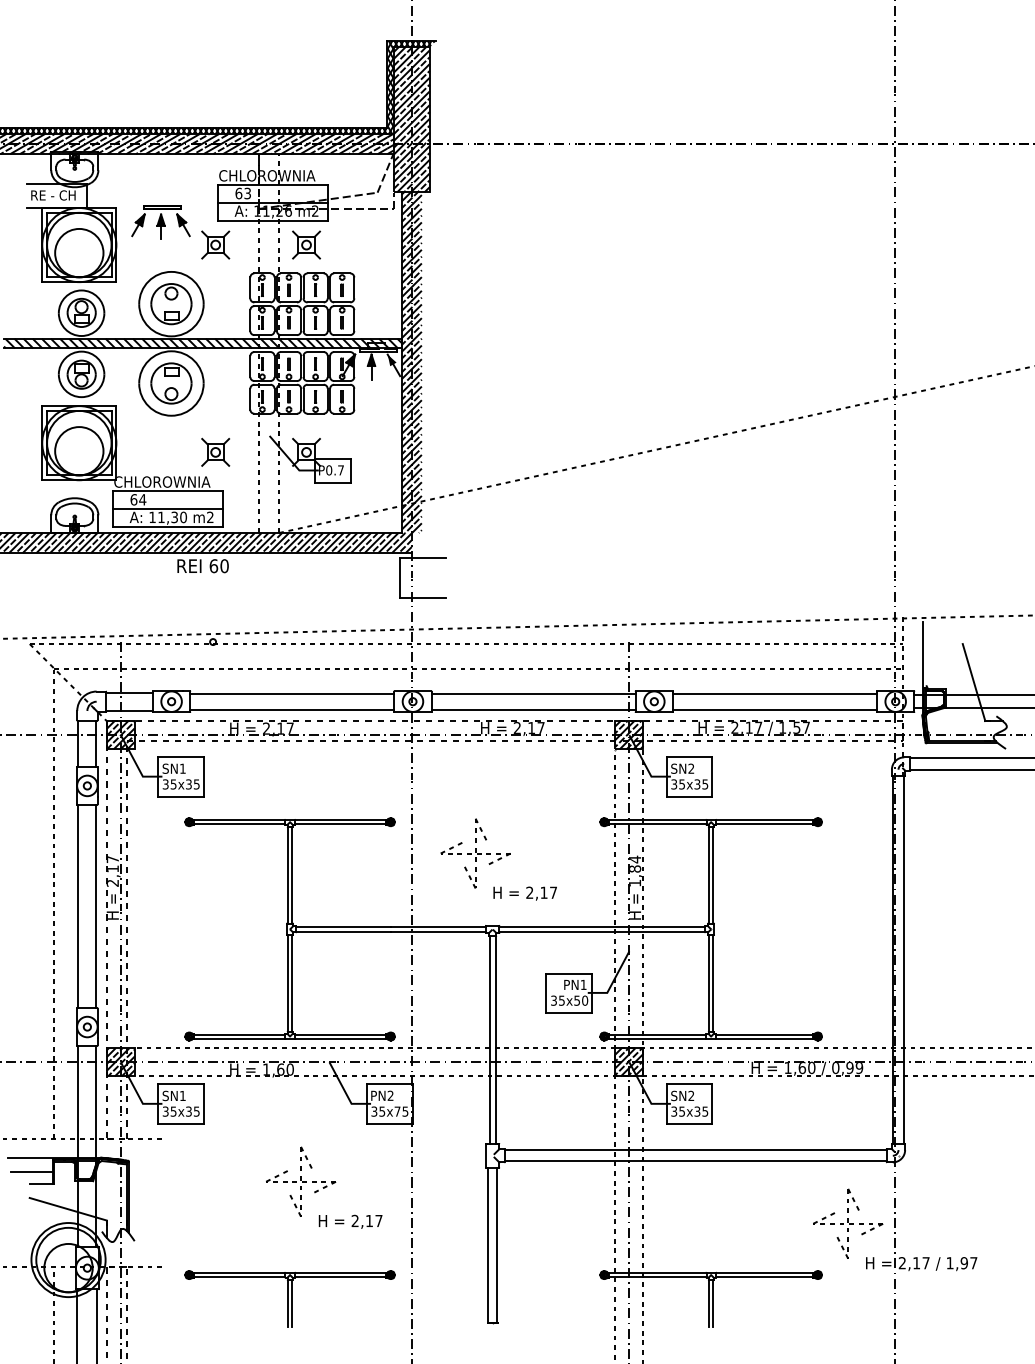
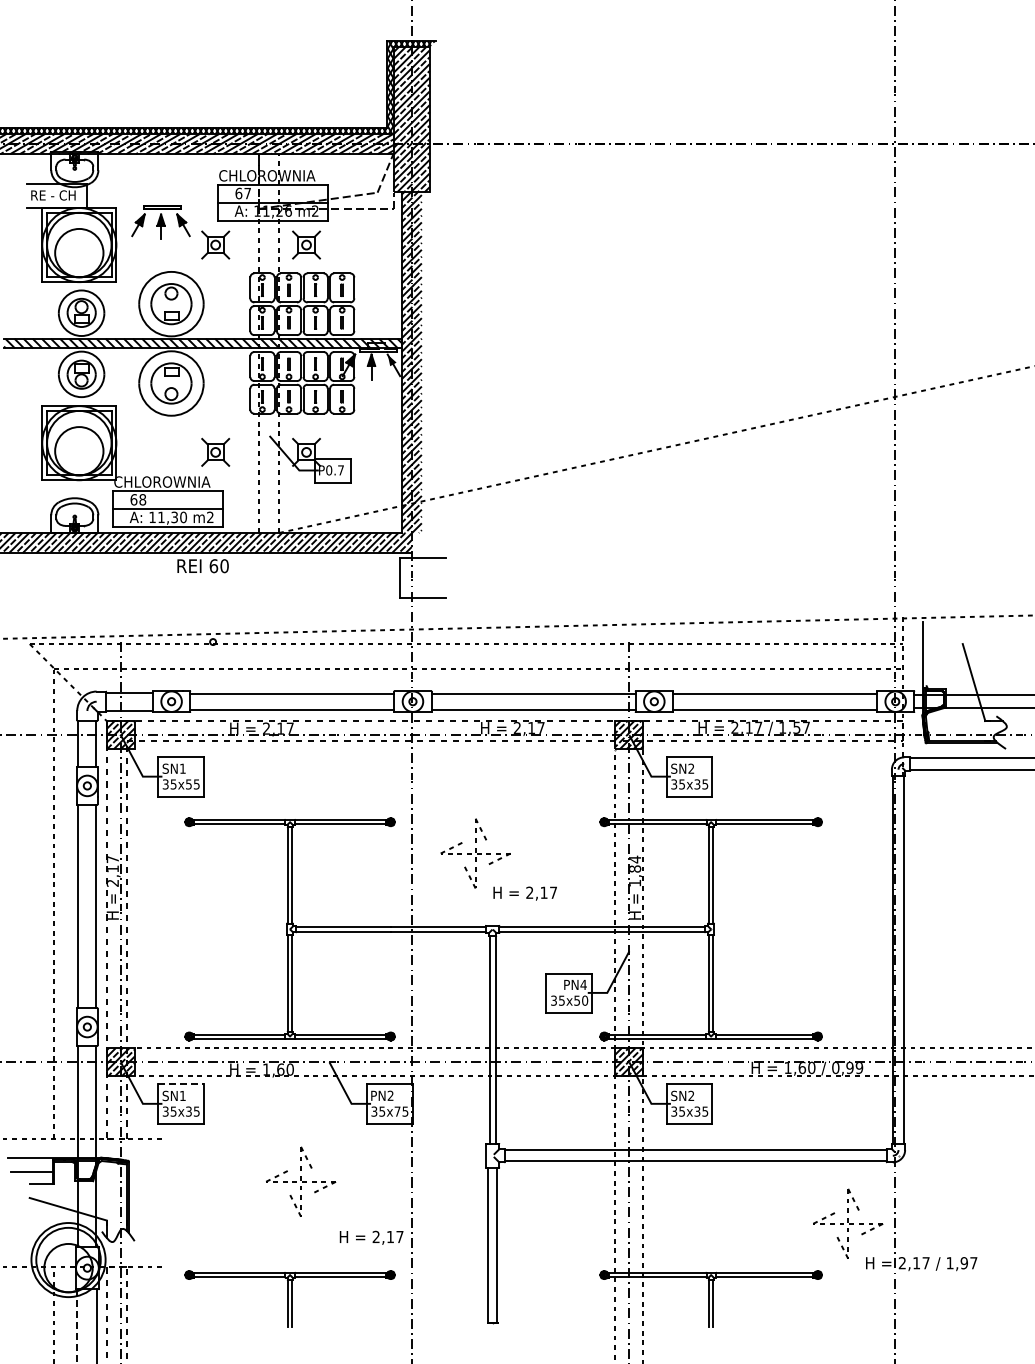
text at (247, 193): 63 -> 67
text at (142, 499): 64 -> 68
text at (188, 783): 35x35 -> 35x55
text at (583, 984): PN1 -> PN4
line at (181, 1084): solid -> dashed
text at (350, 1221) position: (350, 1221) -> (371, 1237)
line at (77, 1326): solid -> dashed
